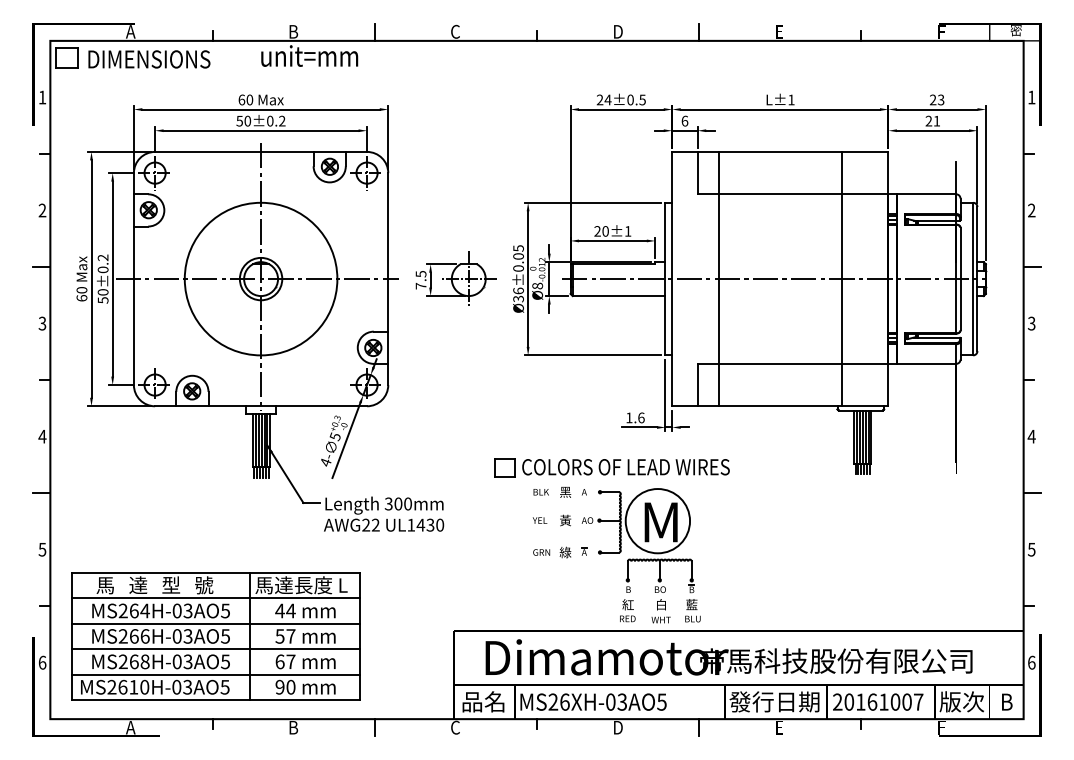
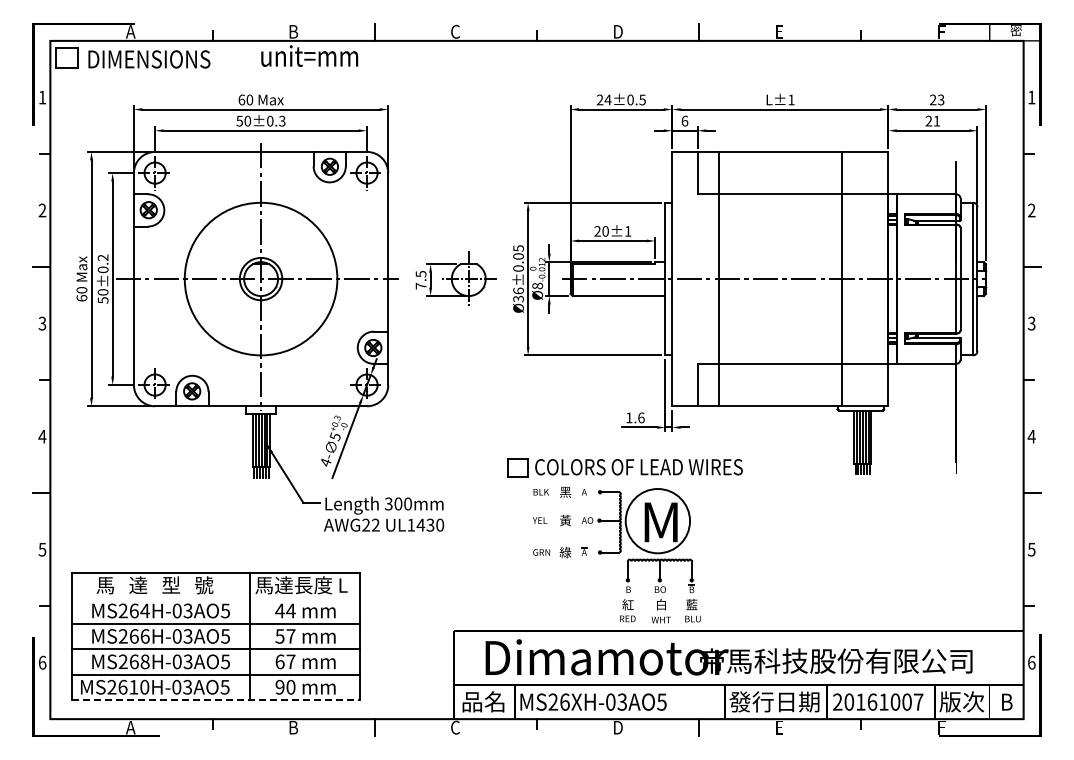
text at (282, 121): 50±0.2 -> 50±0.3
part at (611, 467) position: (611, 467) -> (624, 467)
line at (215, 598): present -> none
line at (216, 700): solid -> dashed
